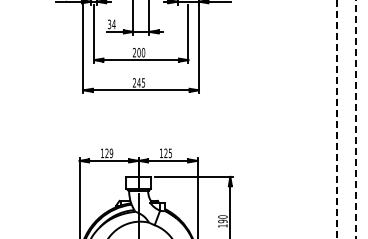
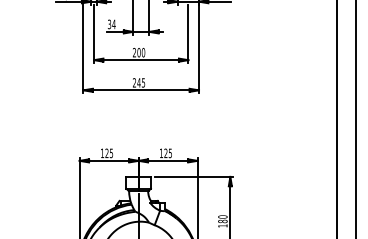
line at (337, 119): dashed -> solid
line at (355, 119): dashed -> solid
text at (111, 152): 129 -> 125
text at (222, 221): 190 -> 180
